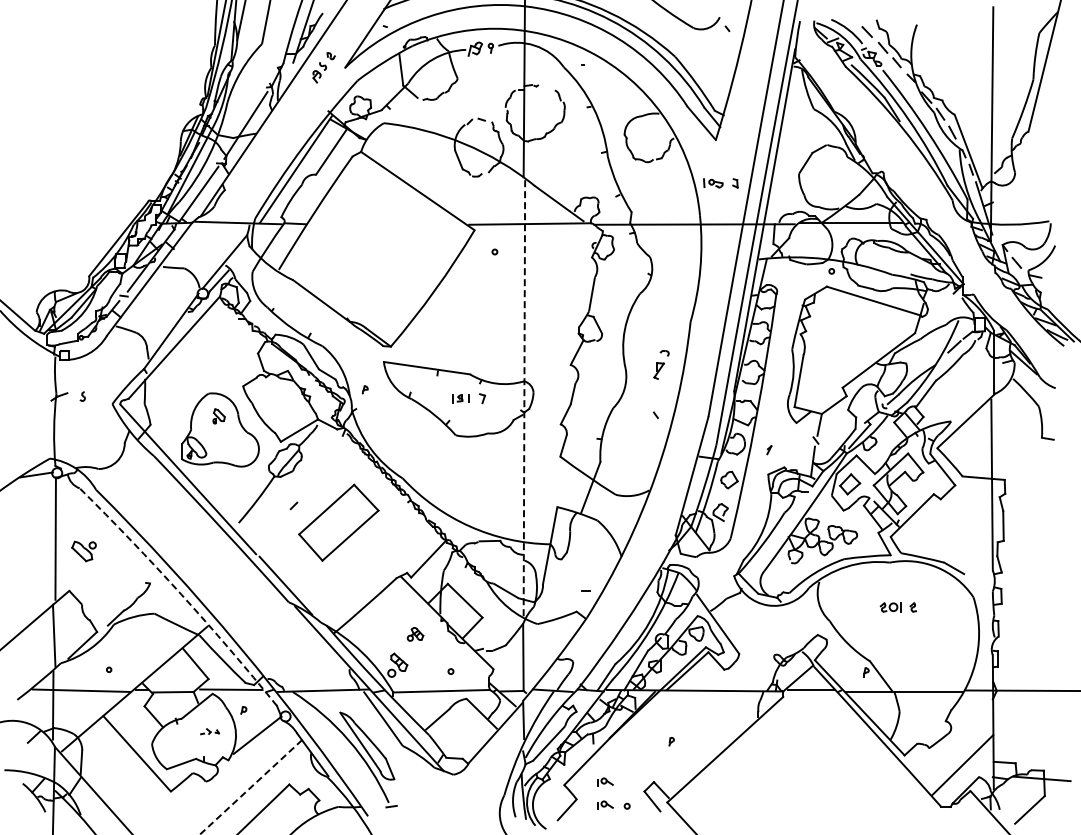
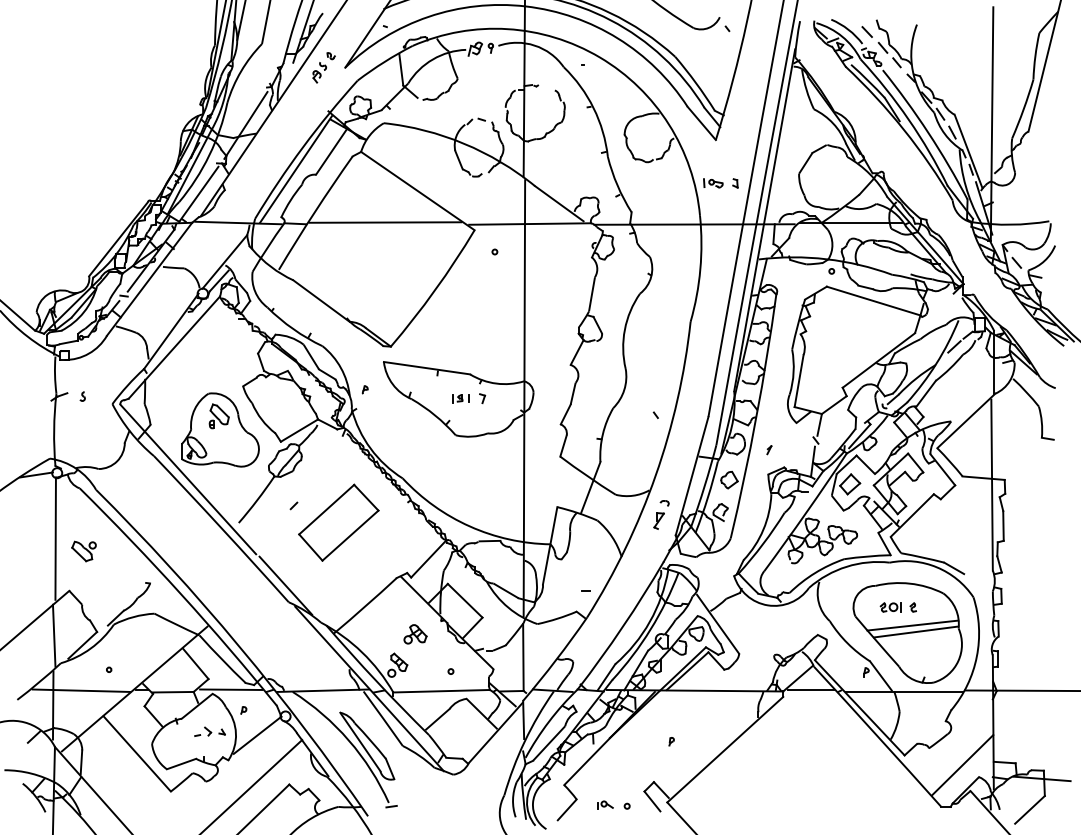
line at (385, 222): none -> present
part at (661, 364) position: (661, 364) -> (661, 514)
line at (524, 398): dashed -> solid
part at (218, 416) size: 14x17 px -> 22x27 px
arc at (181, 594): dashed -> solid
part at (907, 632): none -> present
part at (415, 634) size: 19x15 px -> 25x21 px
part at (209, 731) size: 20x8 px -> 32x11 px
part at (605, 781): present -> none
line at (250, 787): dashed -> solid
